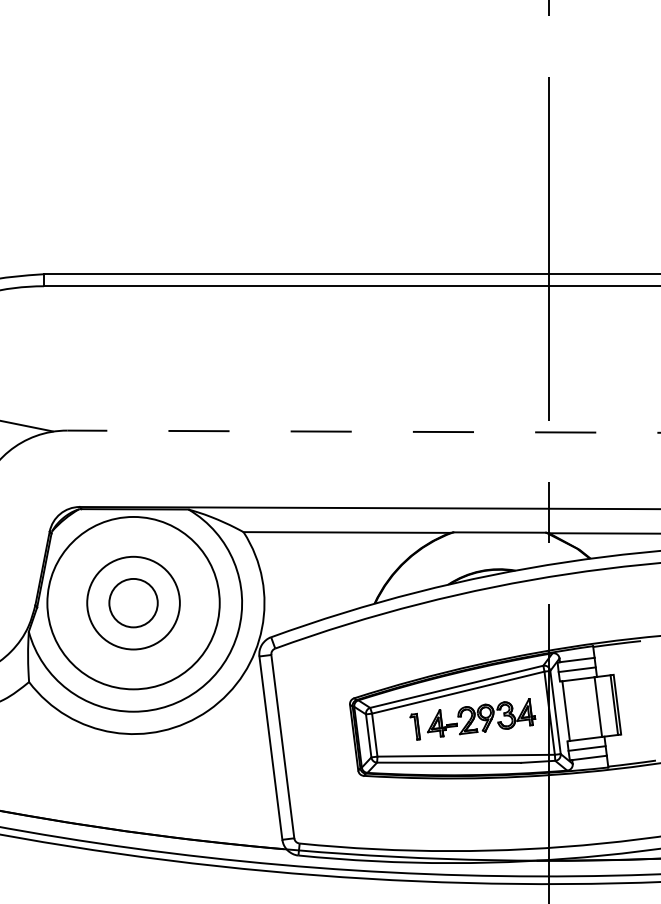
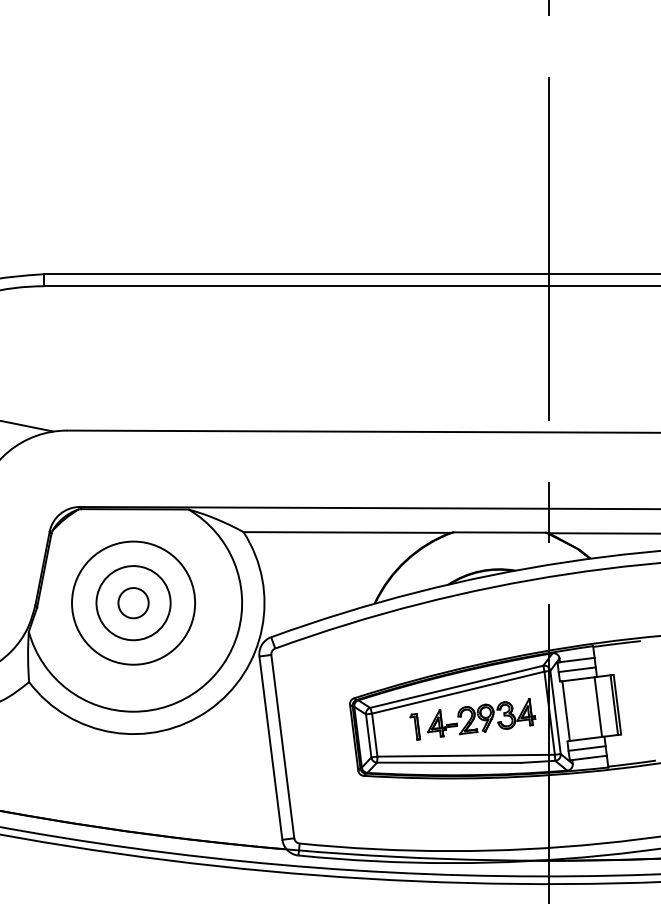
line at (363, 431): dashed -> solid
circle at (133, 602) diameter: 172 px -> 123 px
circle at (133, 602) diameter: 48 px -> 30 px
circle at (133, 602) diameter: 93 px -> 74 px
